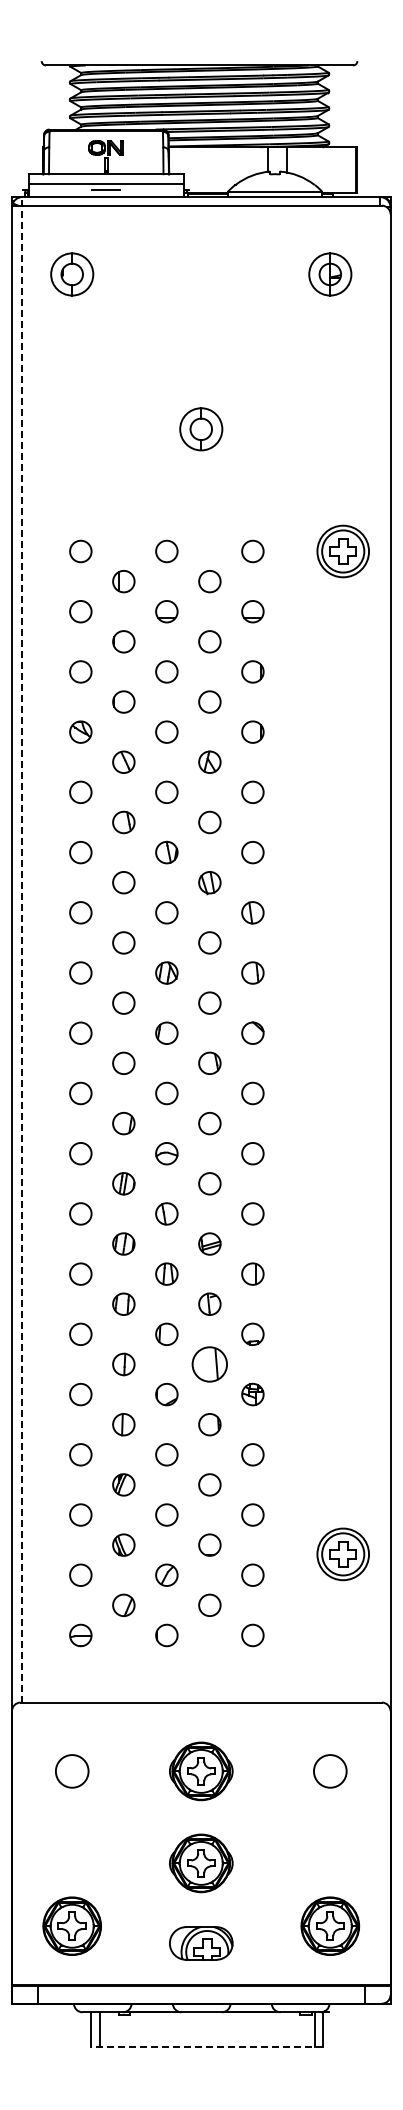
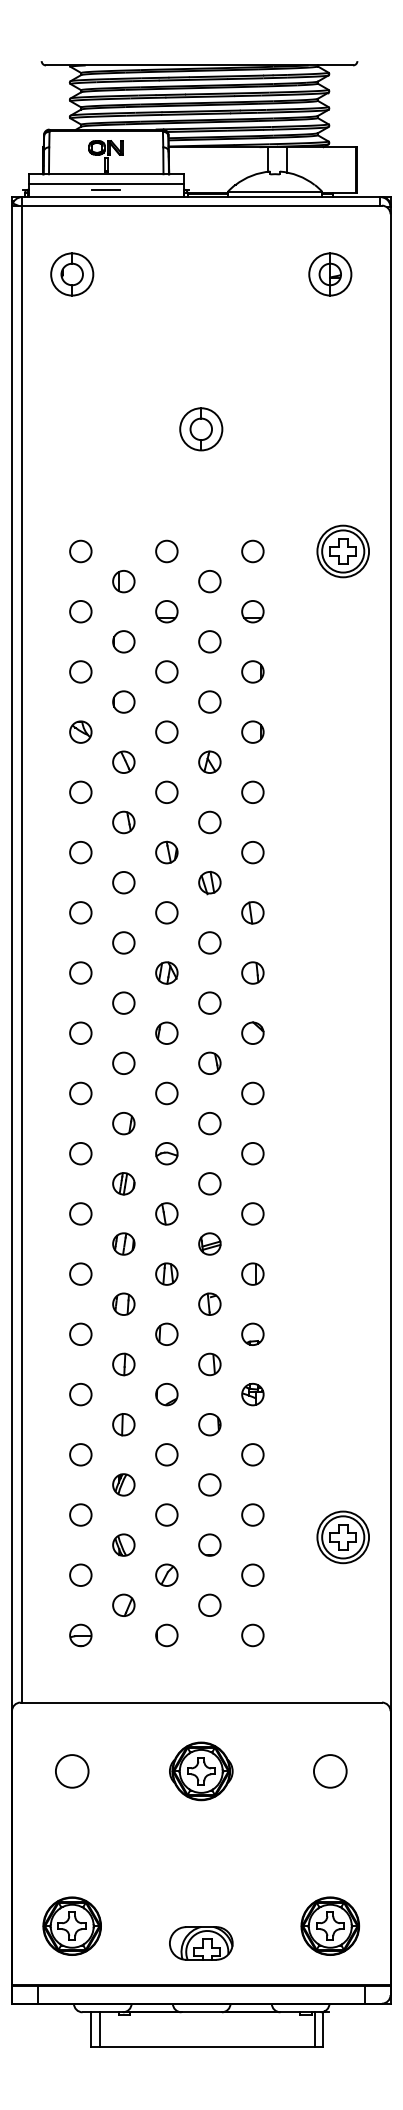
line at (22, 949): dashed -> solid
part at (209, 1364) size: 37x37 px -> 24x25 px
part at (342, 1554) position: (342, 1554) -> (342, 1537)
part at (201, 1863): present -> none
line at (206, 2046): dashed -> solid
